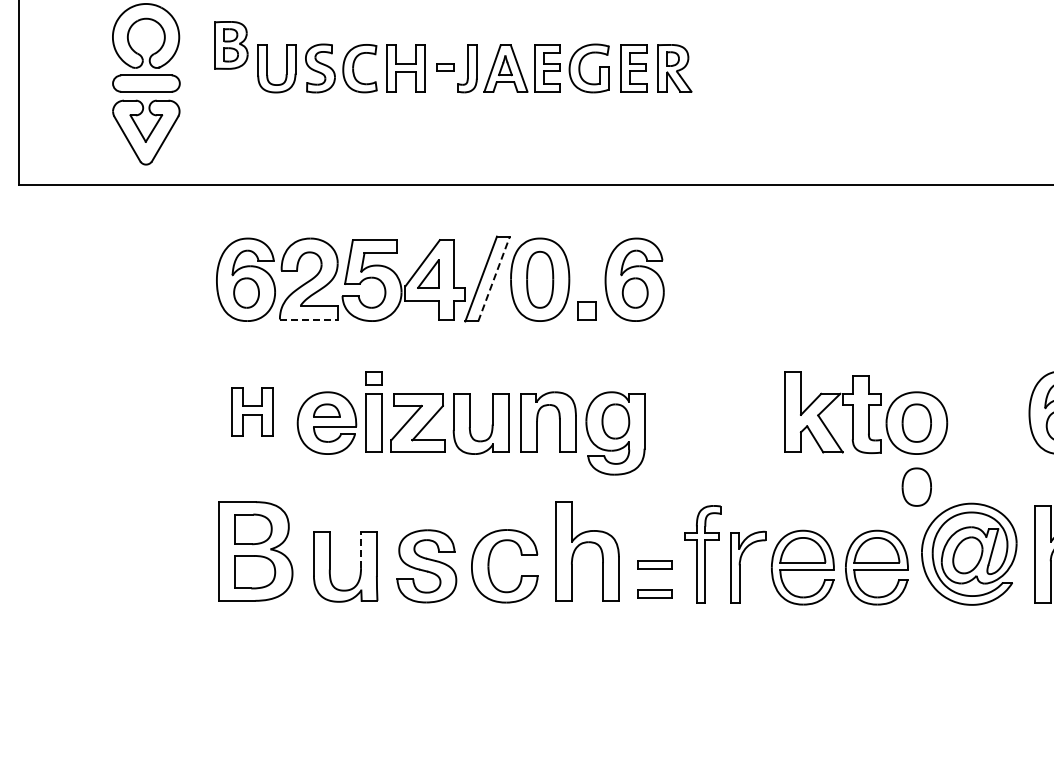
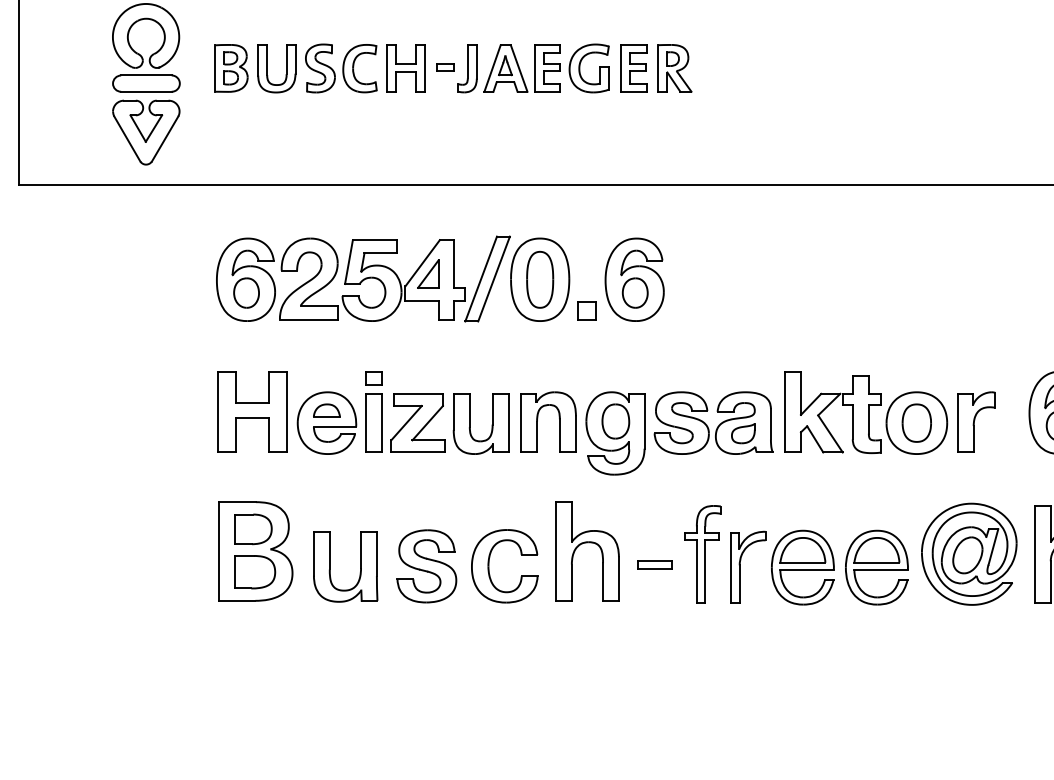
part at (231, 45) position: (231, 45) -> (231, 68)
line at (494, 278): dashed -> solid
line at (309, 319): dashed -> solid
part at (252, 411) size: 43x50 px -> 71x82 px
part at (976, 421): none -> present
part at (713, 422): none -> present
part at (916, 486): present -> none
line at (361, 549): dashed -> solid
part at (654, 593): present -> none
